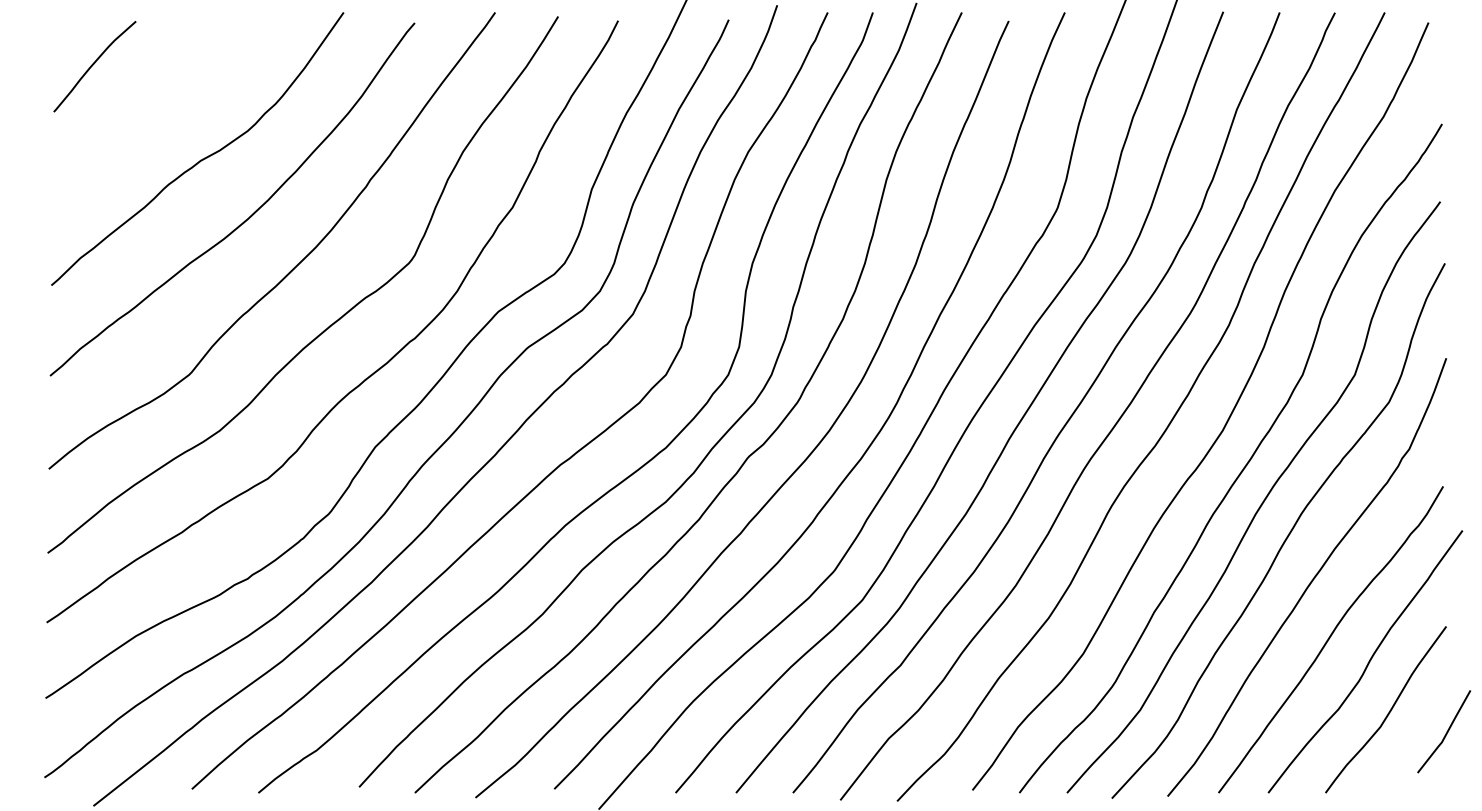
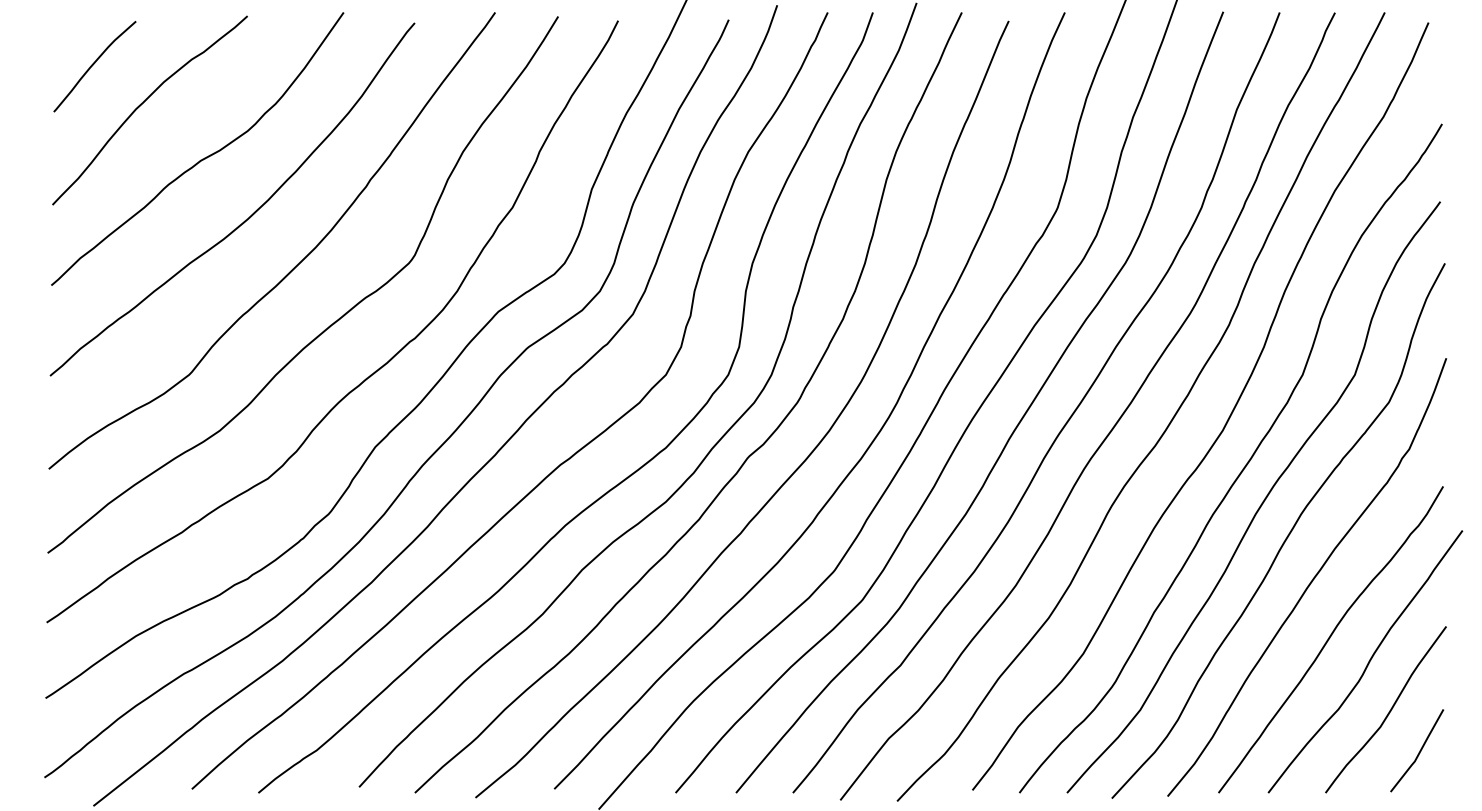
curve at (143, 103): none -> present
line at (1446, 731) position: (1446, 731) -> (1419, 750)
